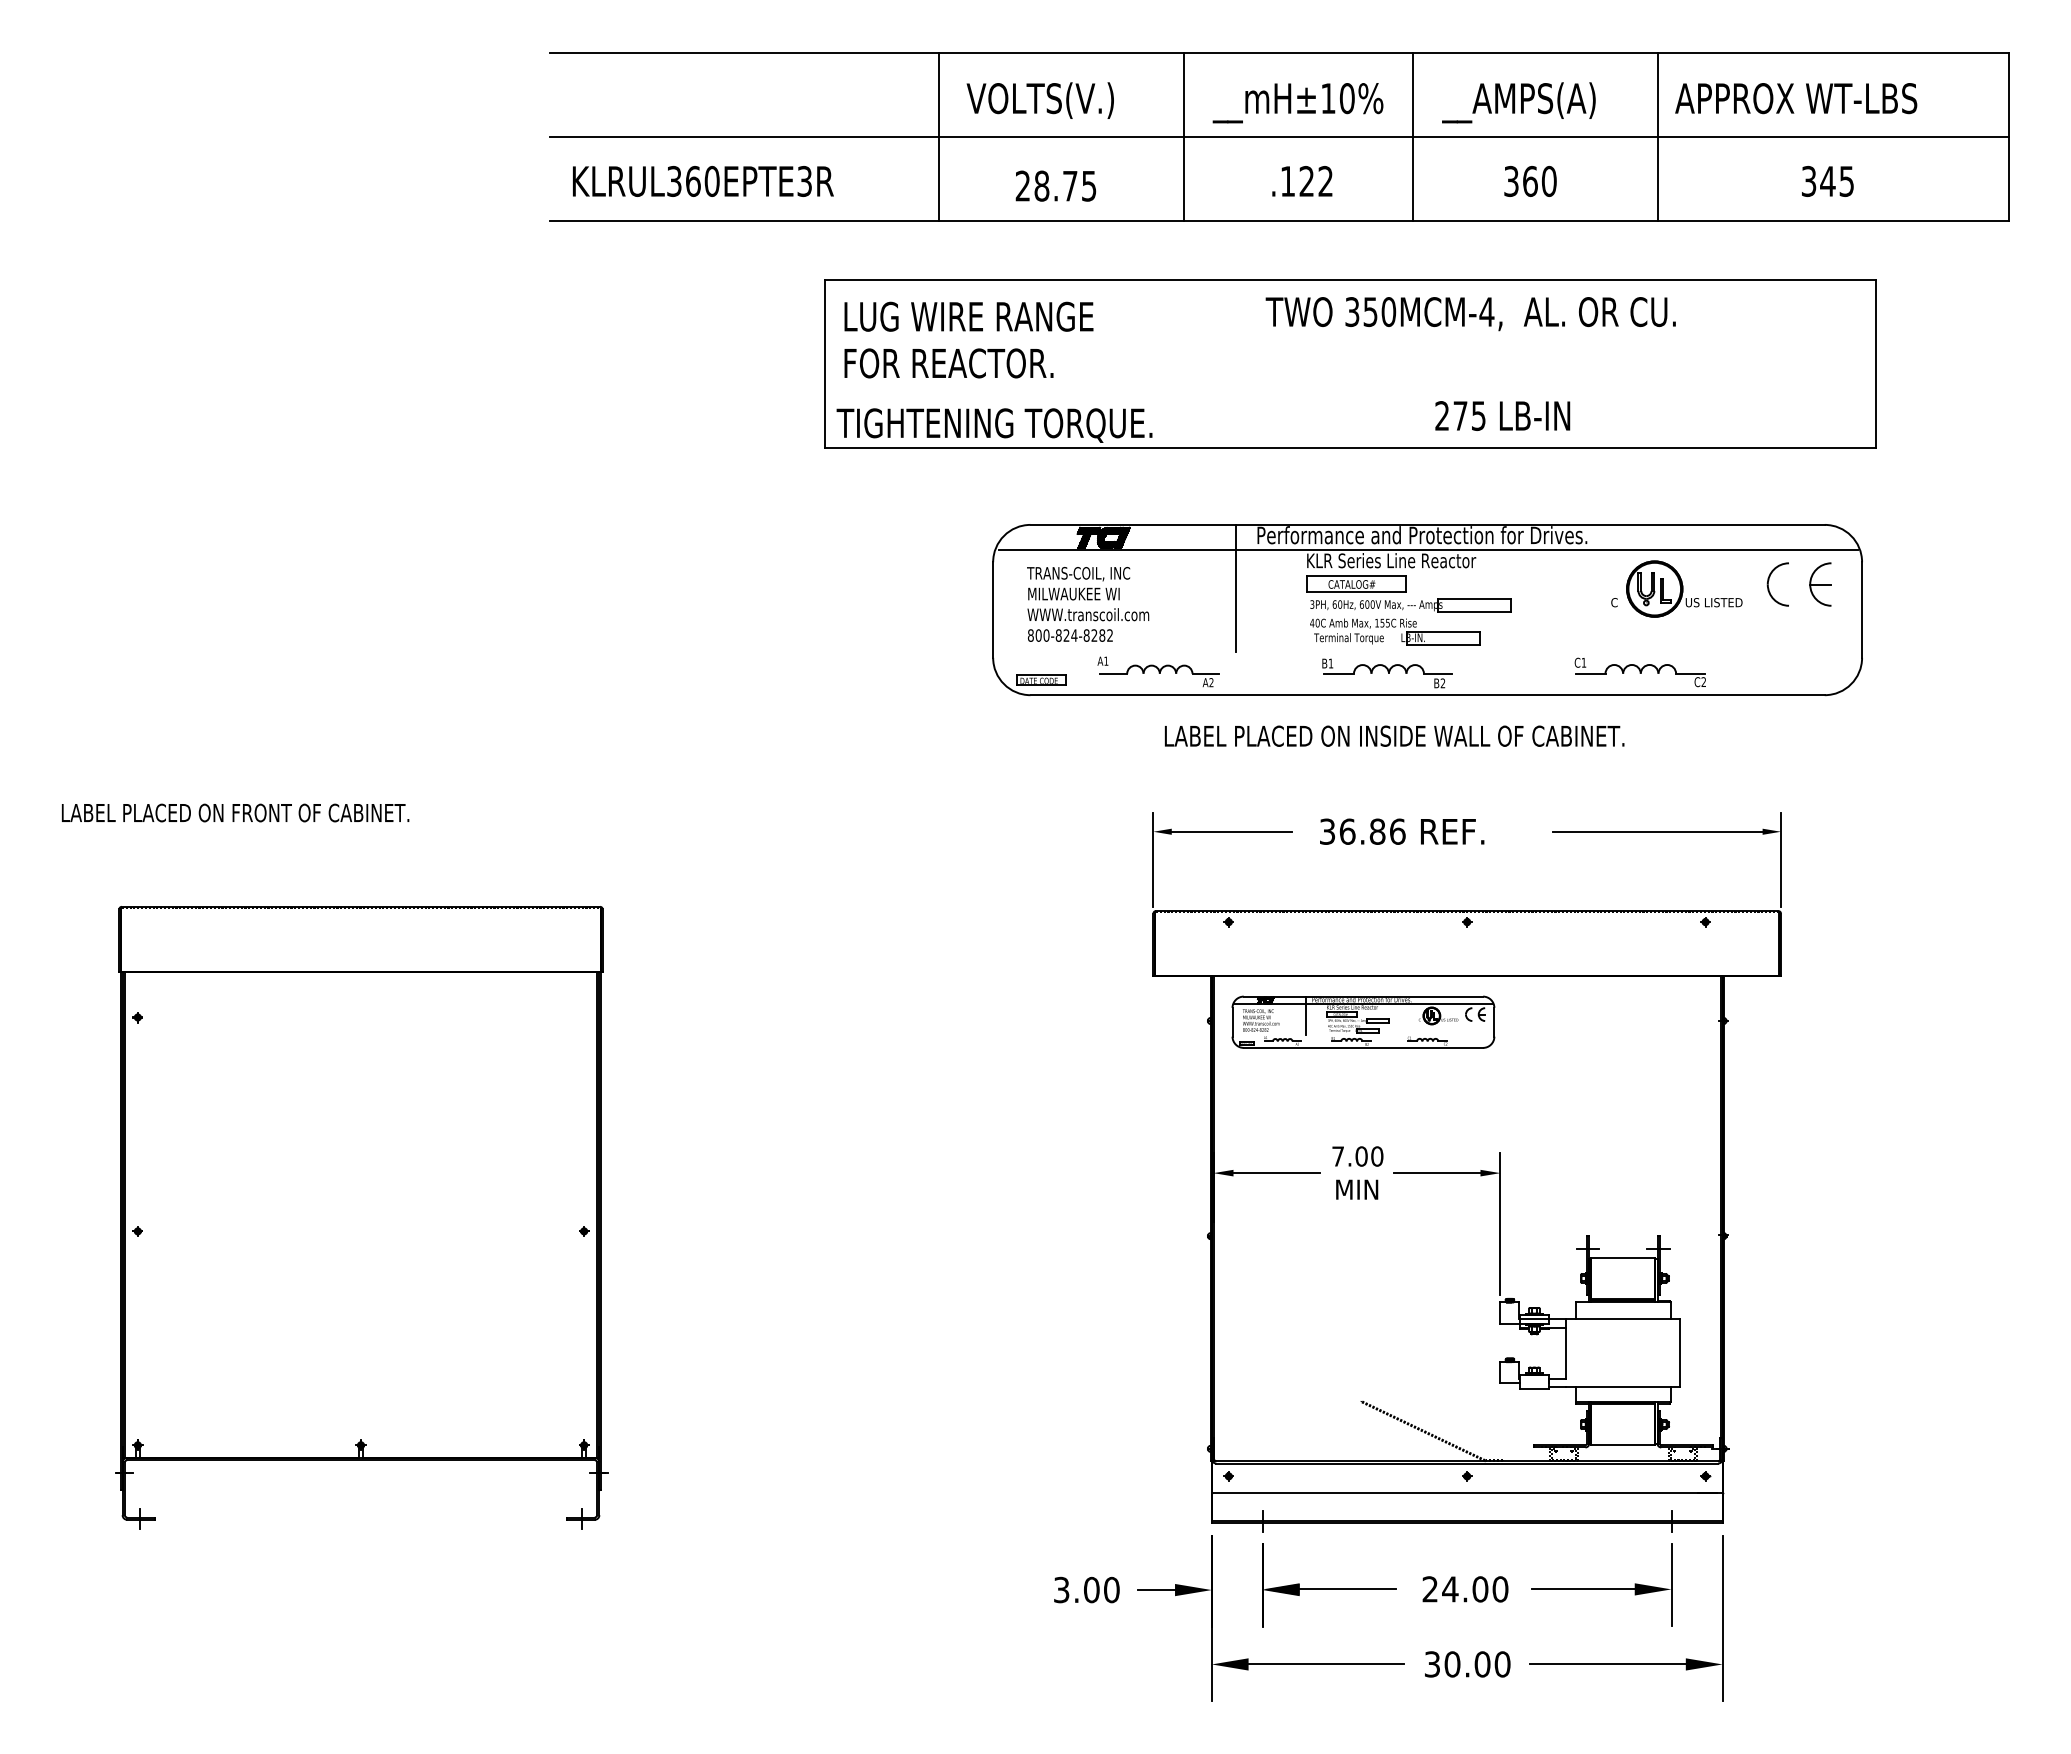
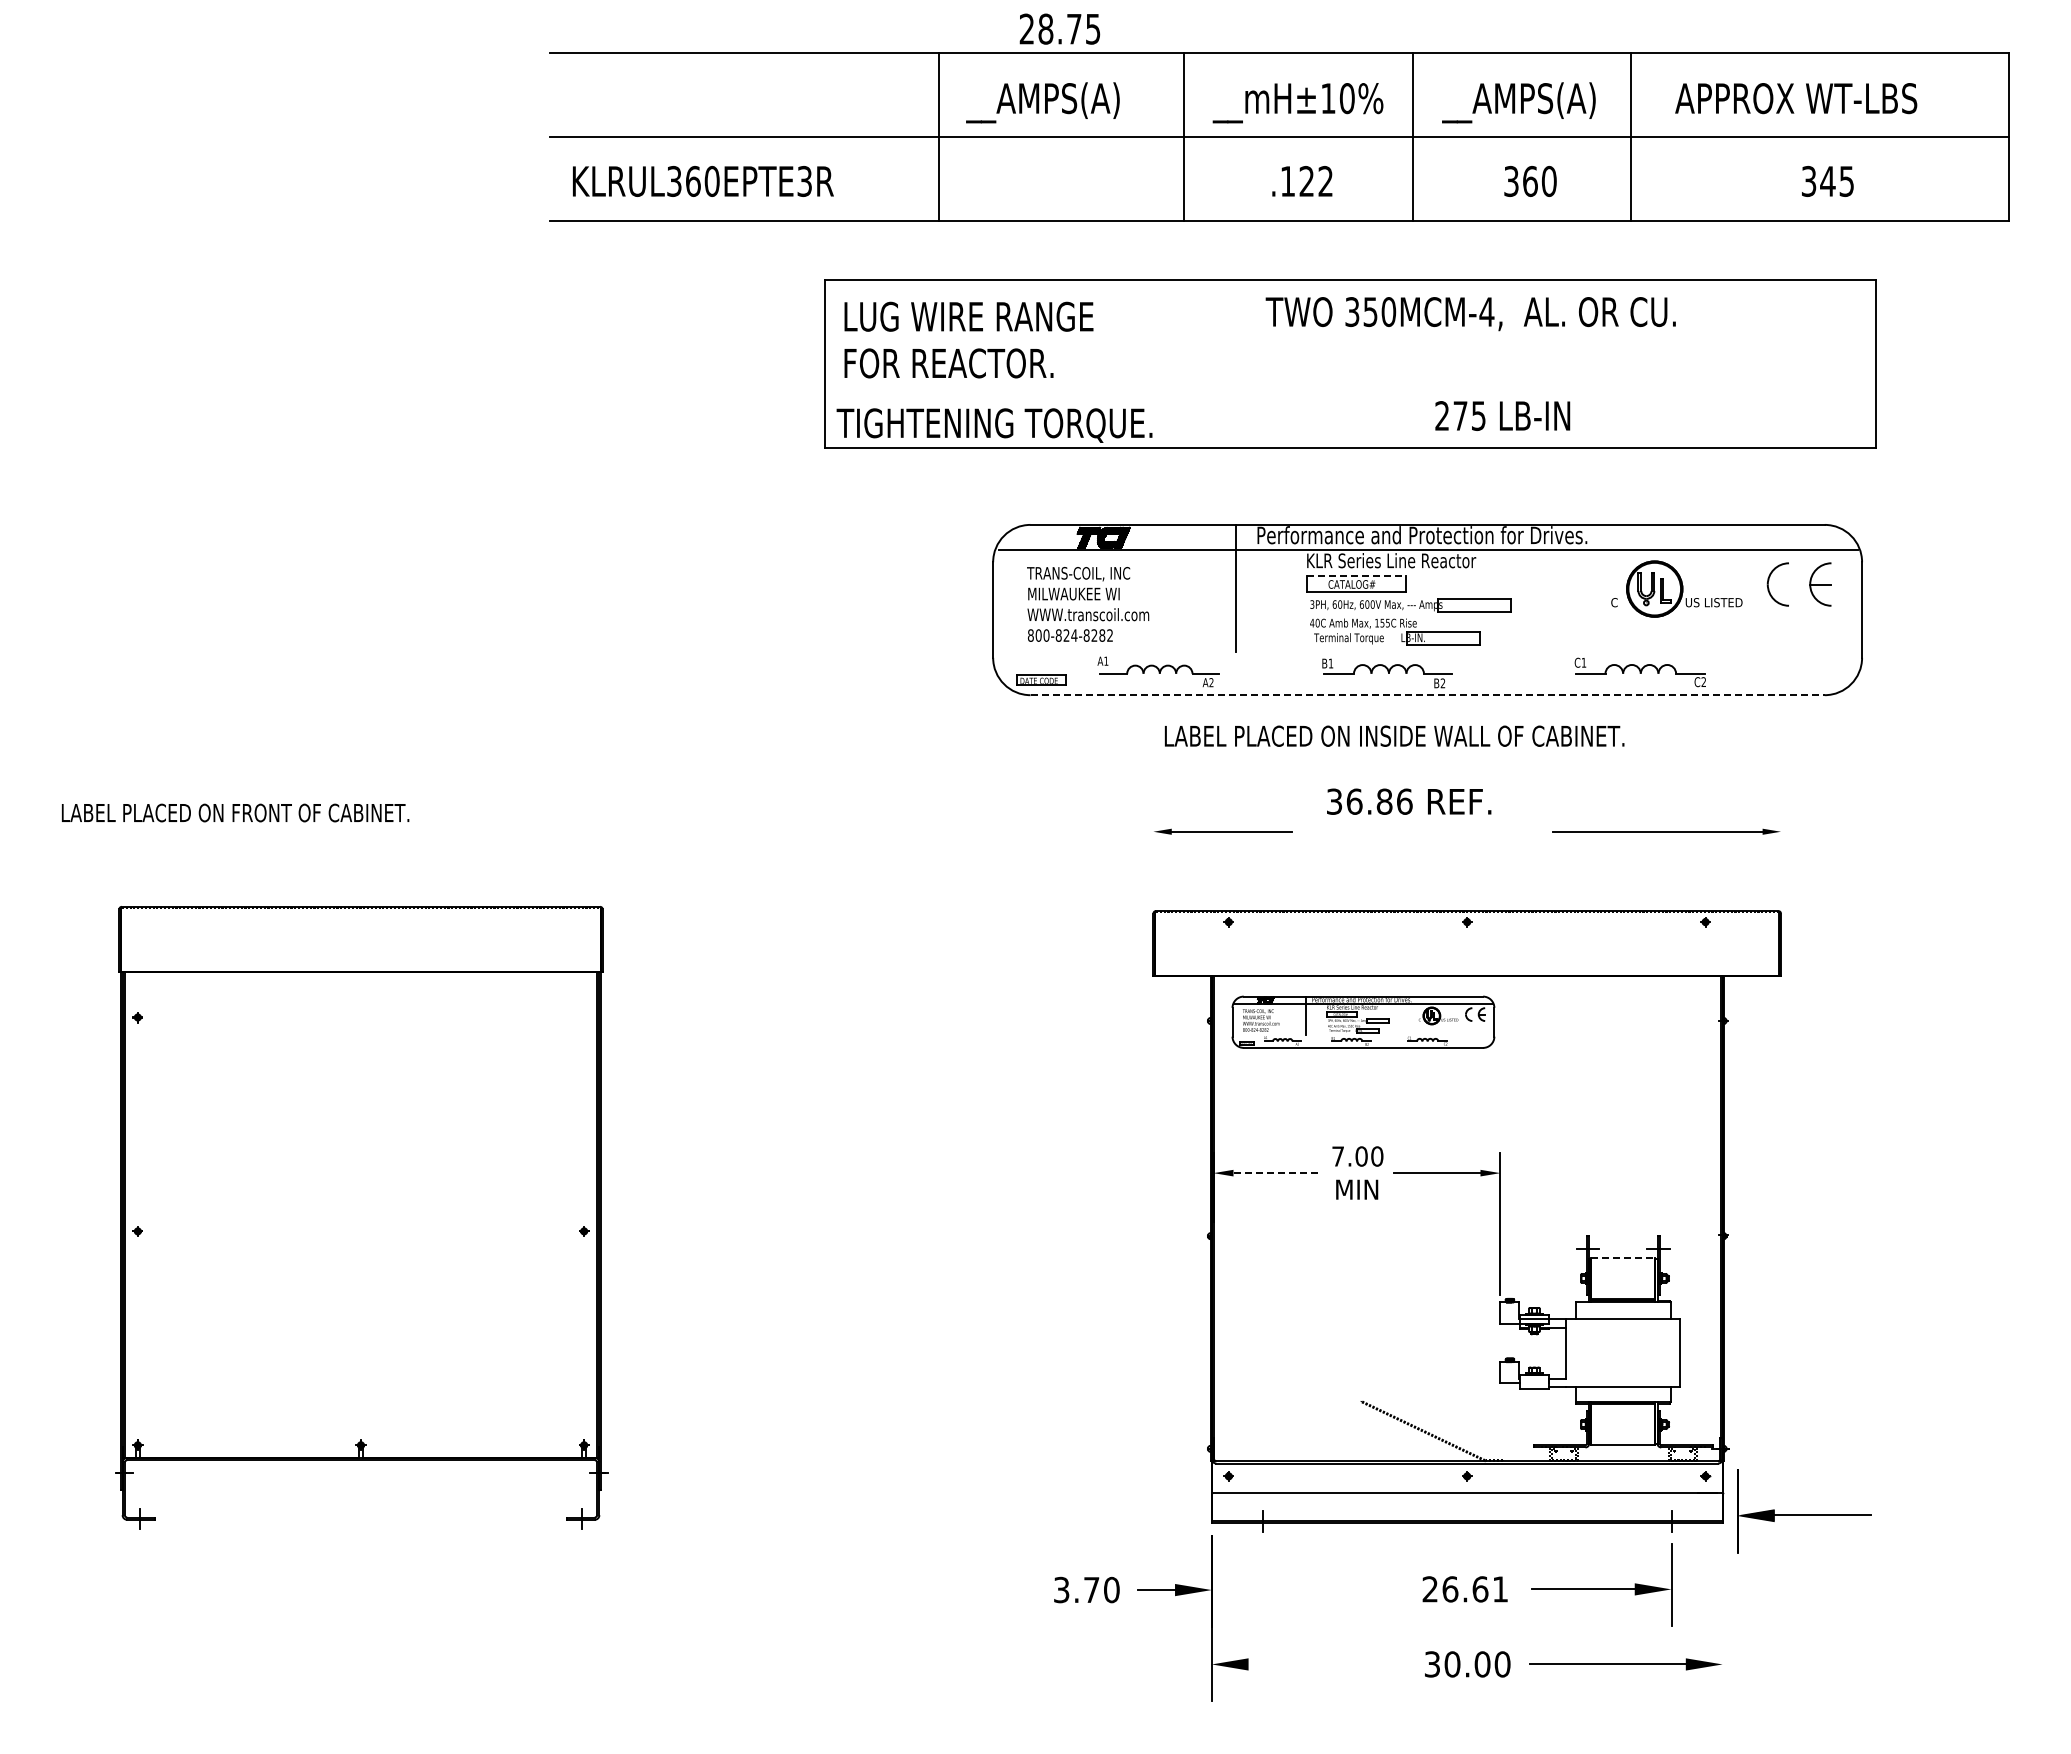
text at (1042, 102): VOLTS(V.) -> __AMPS(A)
line at (1657, 136) position: (1657, 136) -> (1630, 136)
text at (1055, 185) position: (1055, 185) -> (1059, 28)
line at (1357, 576): solid -> dashed
line at (1428, 695): solid -> dashed
text at (1402, 831) position: (1402, 831) -> (1409, 801)
line at (1153, 860): present -> none
line at (1781, 860): present -> none
line at (1277, 1173): solid -> dashed
line at (1623, 1258): solid -> dashed
part at (1329, 1585) position: (1329, 1585) -> (1804, 1511)
text at (1091, 1589): 3.00 -> 3.70
text at (1475, 1589): 24.00 -> 26.61
line at (1722, 1618): present -> none
line at (1326, 1664): present -> none
